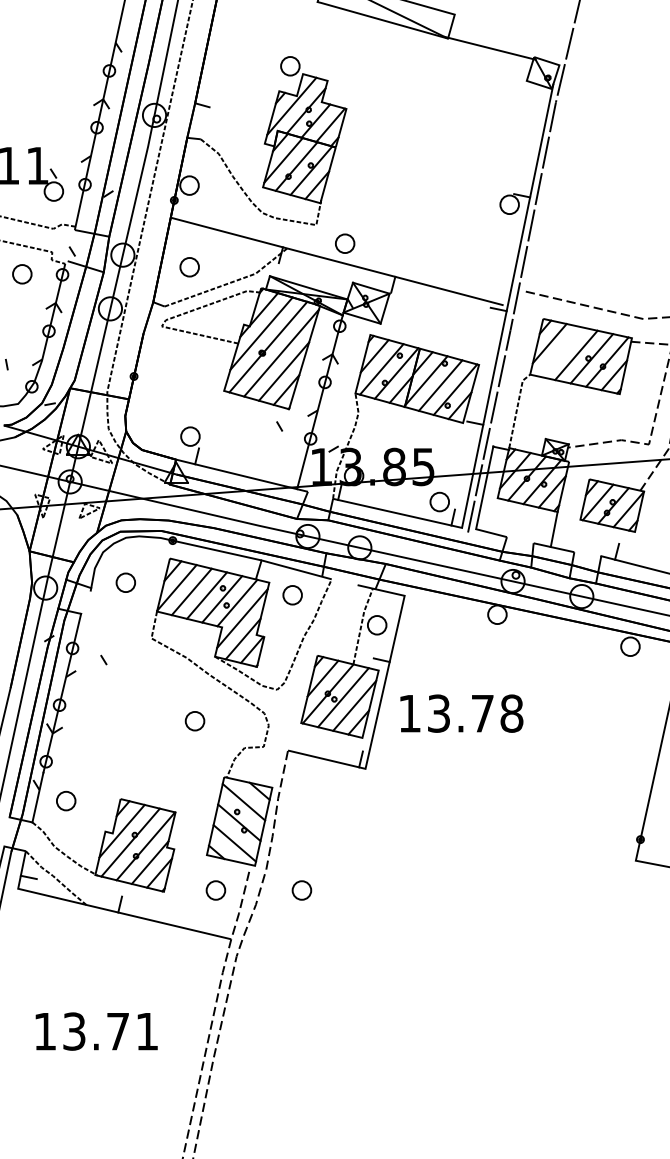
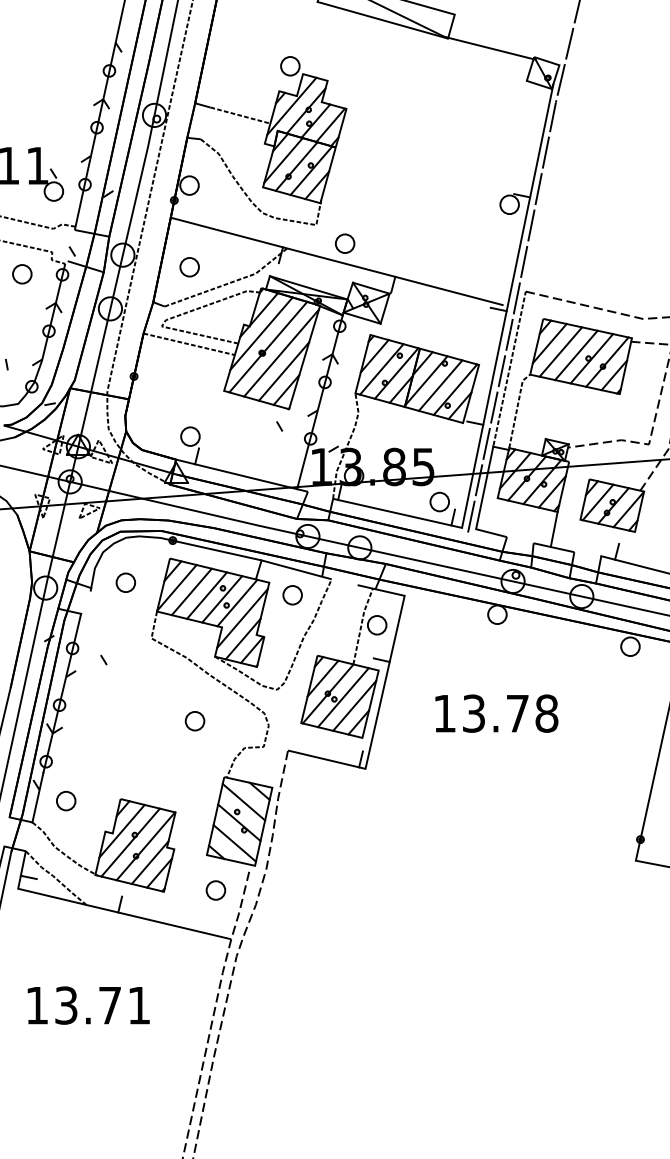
line at (240, 115): none -> present
line at (188, 344): none -> present
line at (560, 351): none -> present
line at (509, 368): none -> present
text at (461, 713) position: (461, 713) -> (496, 713)
part at (301, 890): present -> none
text at (96, 1031) position: (96, 1031) -> (88, 1005)
